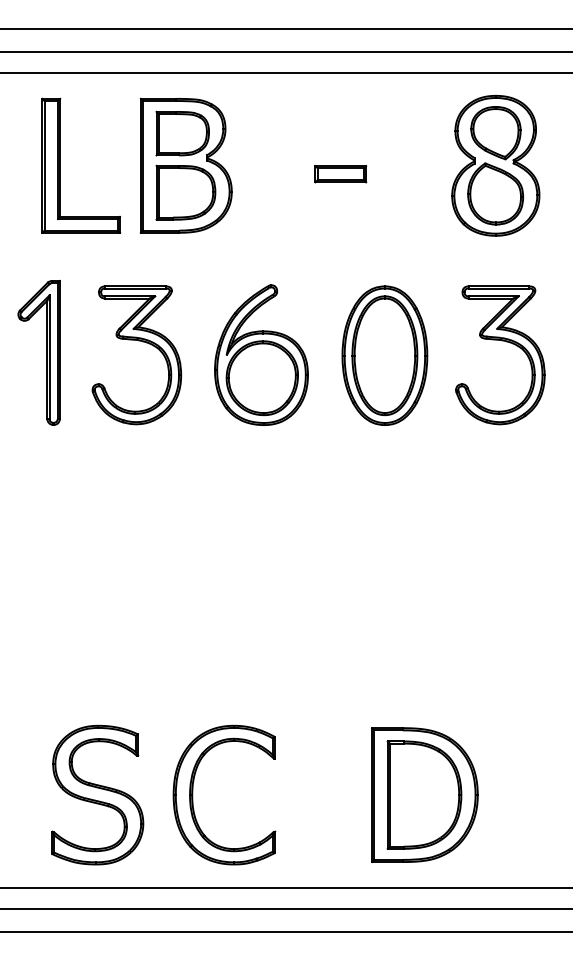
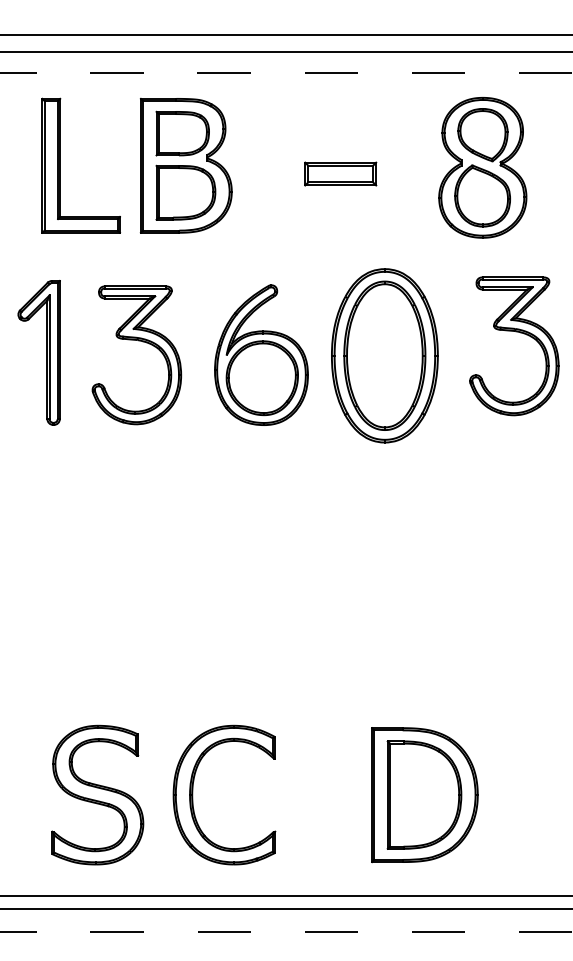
line at (285, 28) position: (285, 28) -> (285, 34)
line at (286, 73): solid -> dashed
part at (495, 165) position: (495, 165) -> (482, 167)
part at (340, 174) size: 54x19 px -> 74x26 px
part at (501, 341) position: (501, 341) -> (515, 332)
part at (384, 355) size: 88x141 px -> 108x176 px
line at (285, 887) position: (285, 887) -> (285, 895)
line at (286, 932): solid -> dashed
